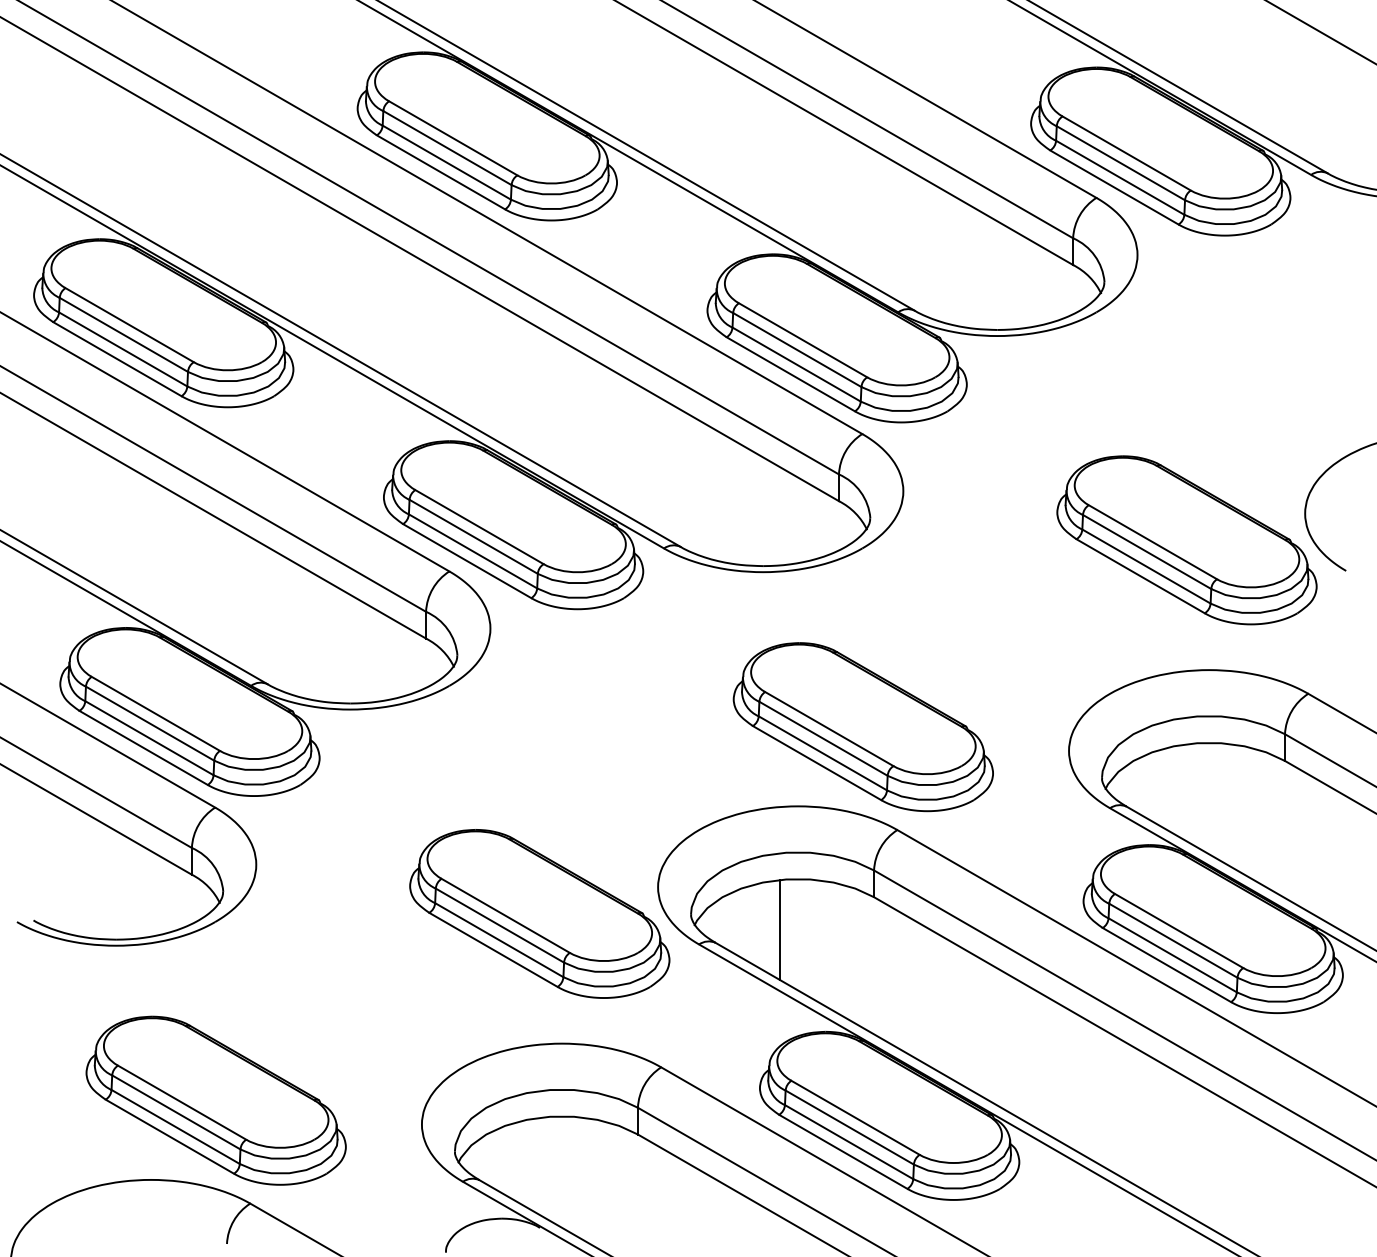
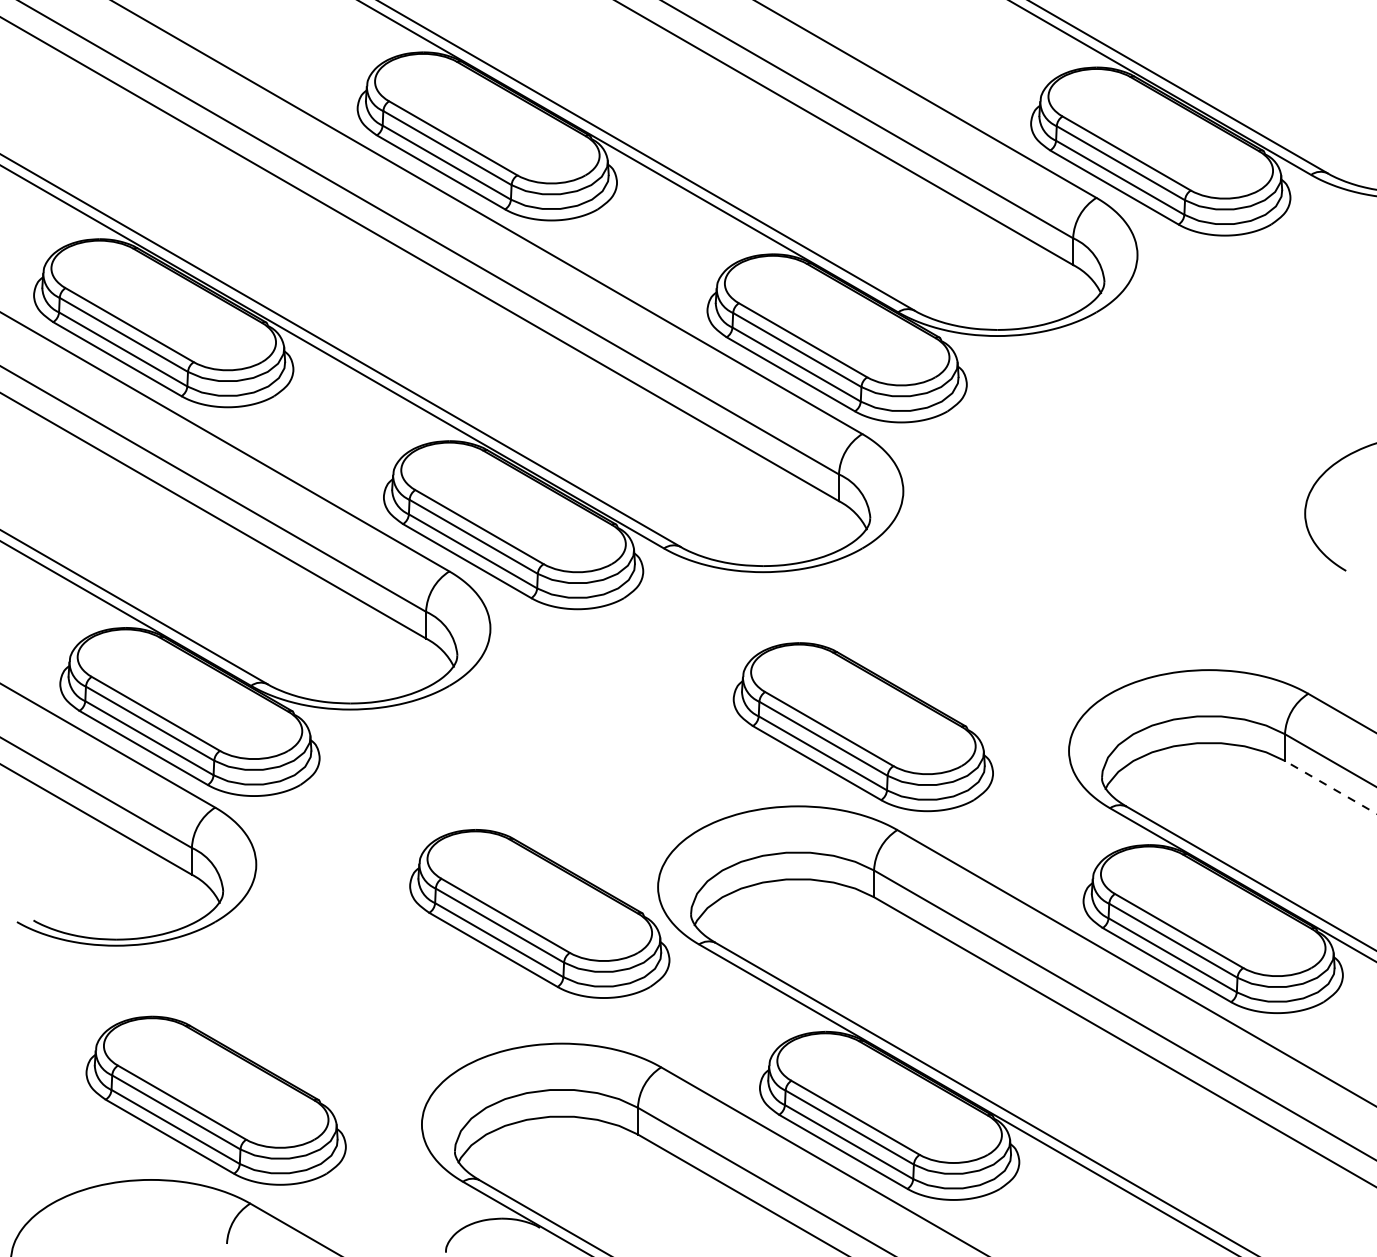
line at (1320, 32): present -> none
part at (1186, 540): present -> none
line at (1330, 787): solid -> dashed
line at (780, 929): present -> none
